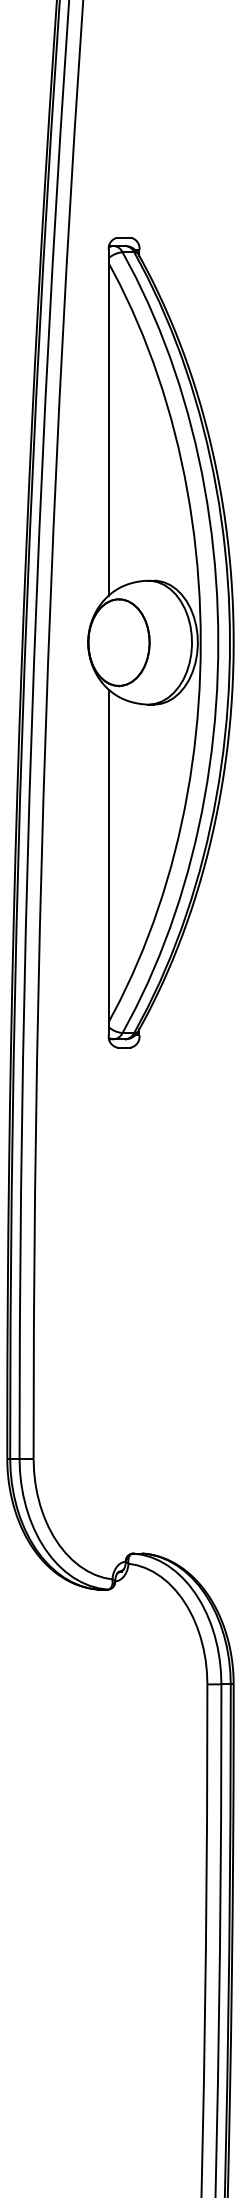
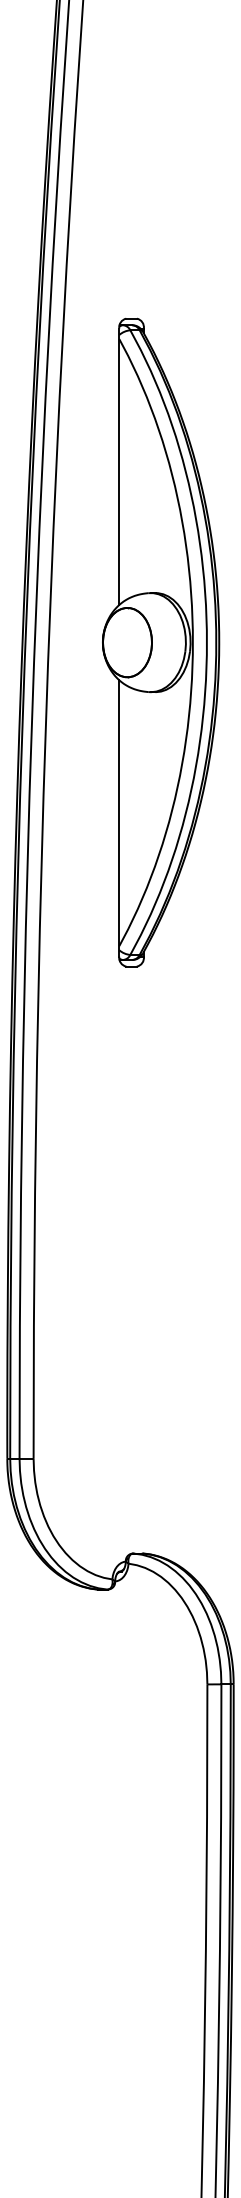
part at (160, 642) size: 148x812 px -> 119x651 px
